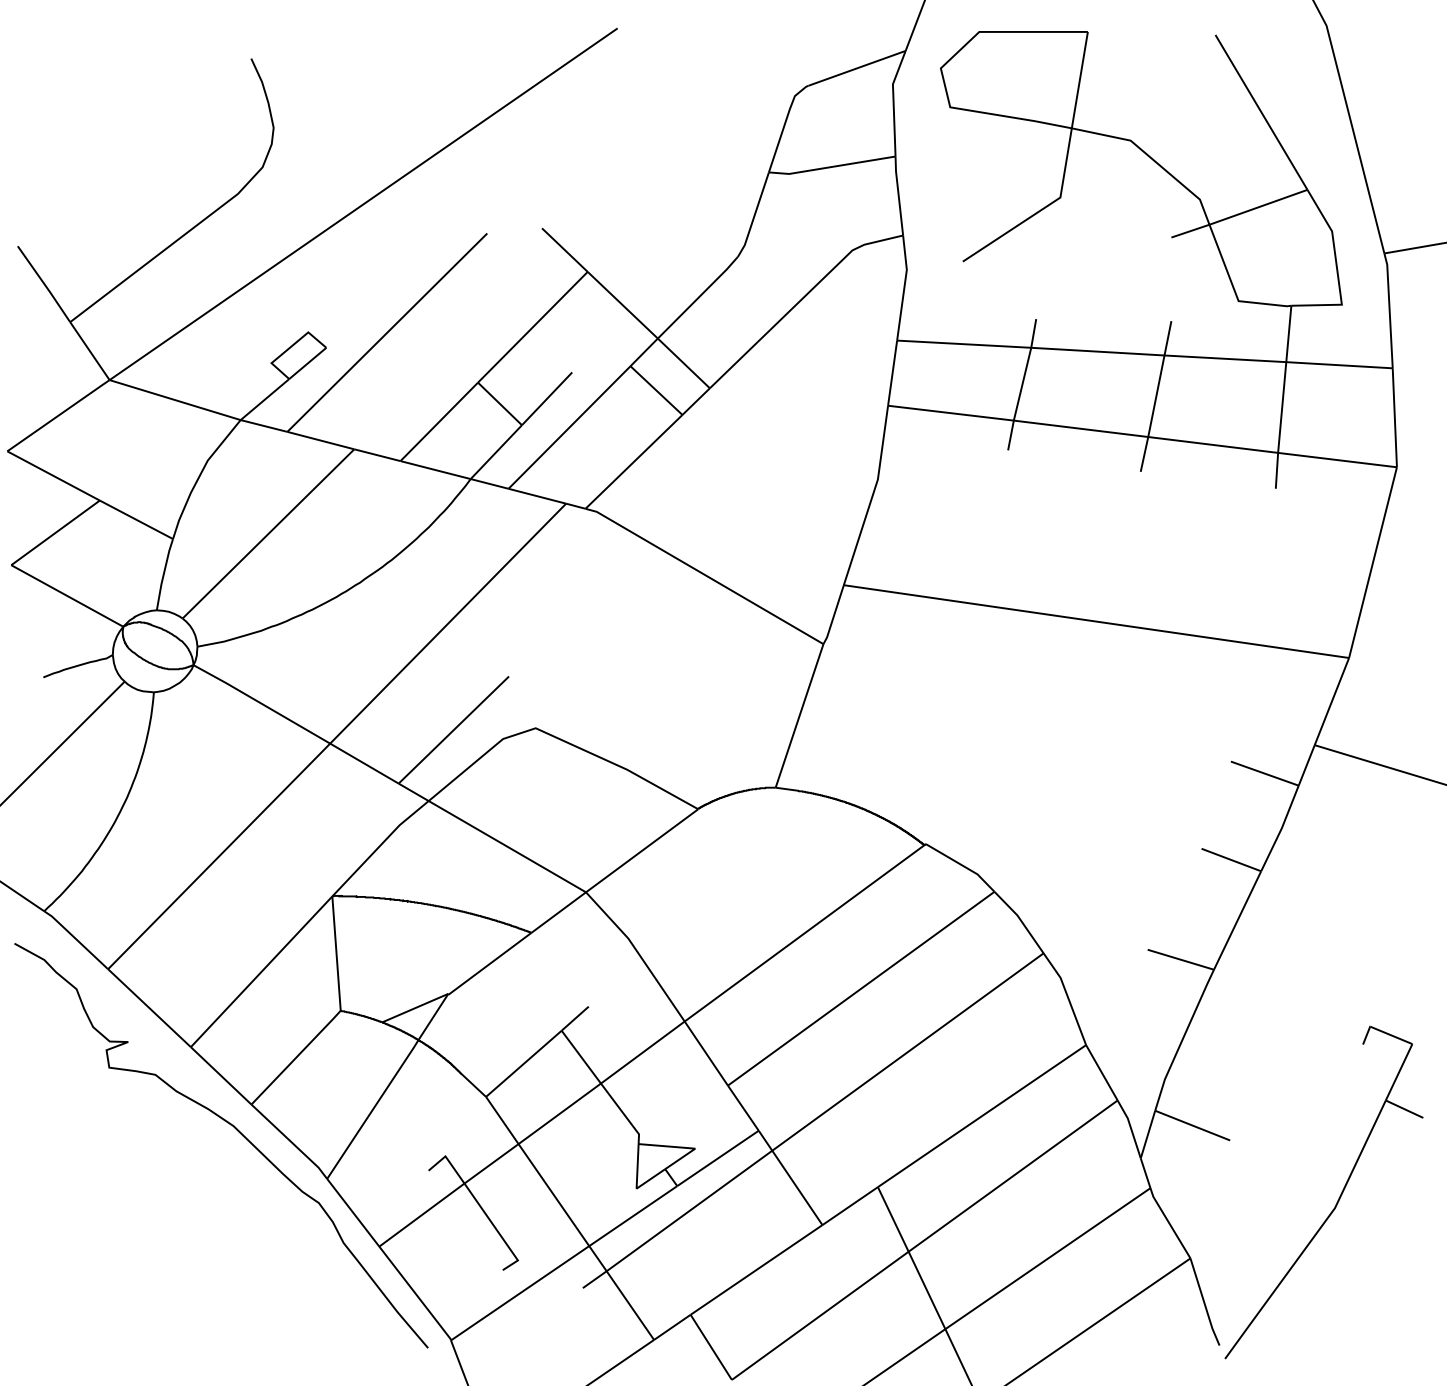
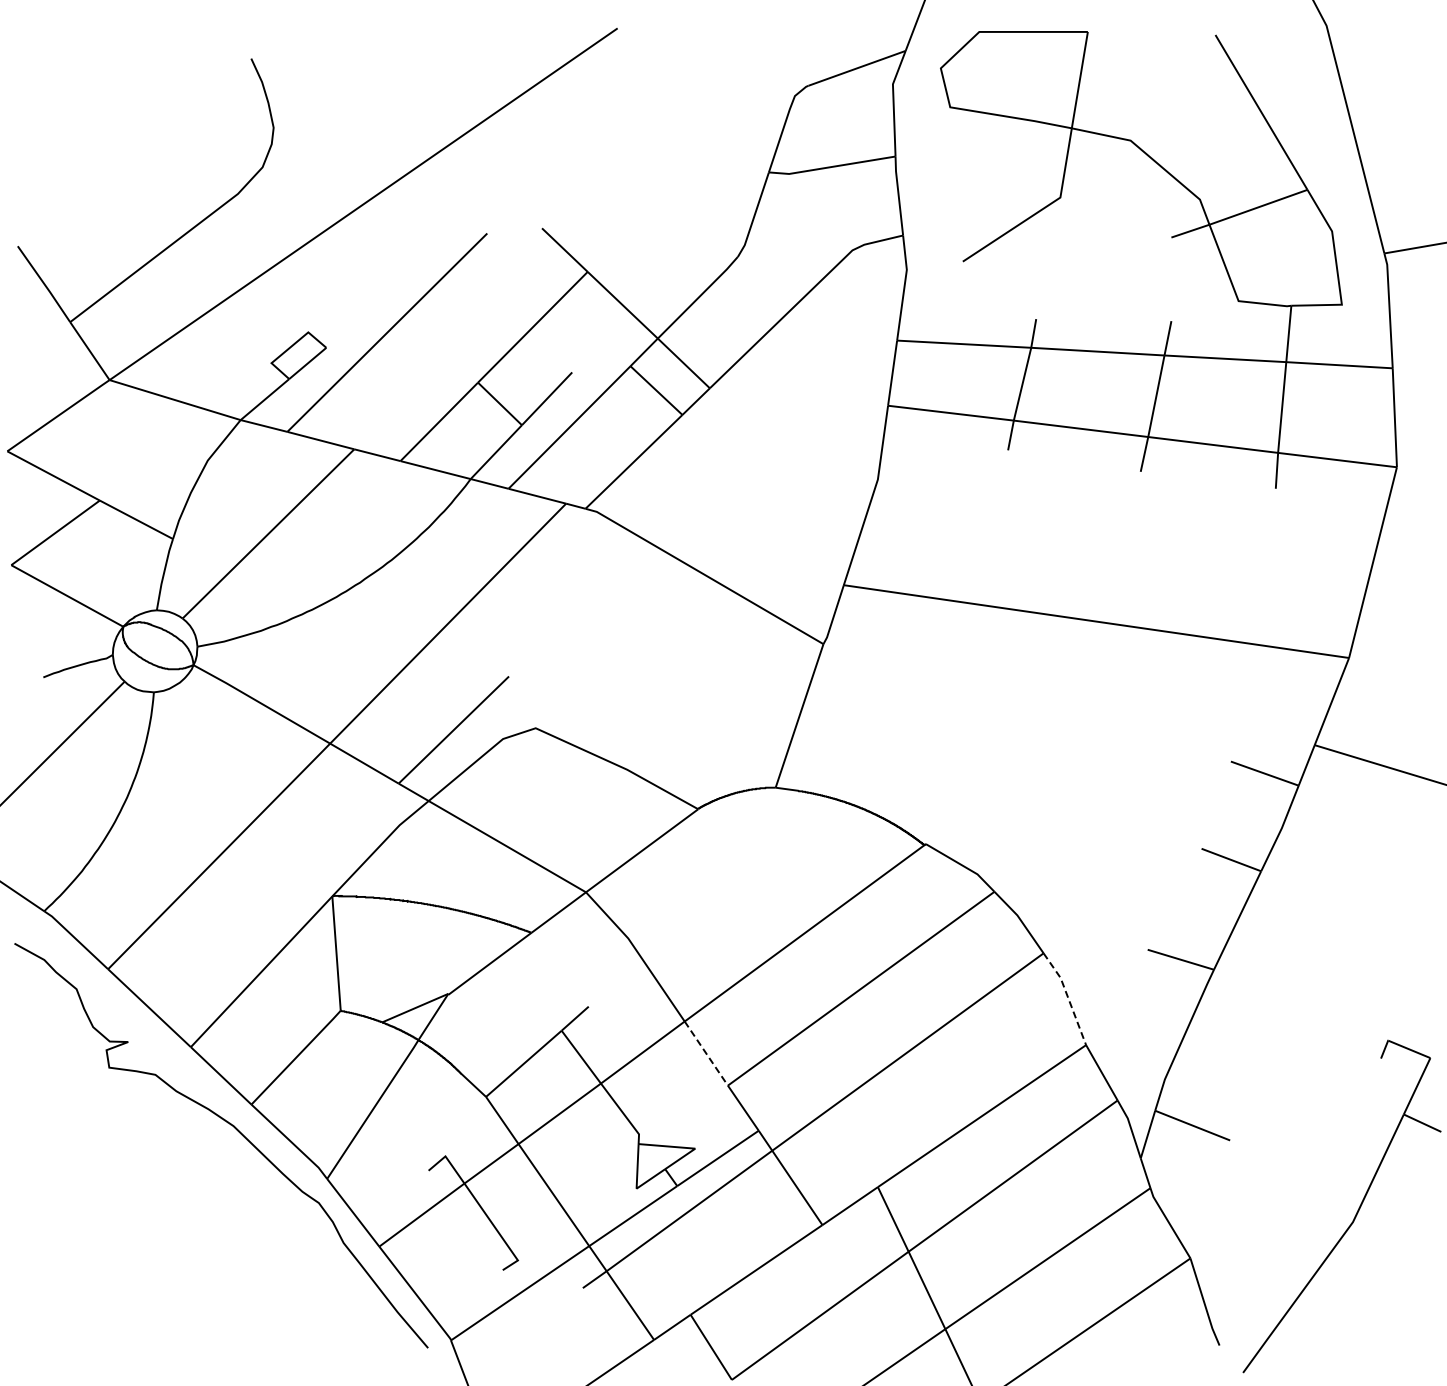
line at (1068, 997): solid -> dashed
line at (706, 1053): solid -> dashed
part at (1337, 1200) position: (1337, 1200) -> (1355, 1214)
